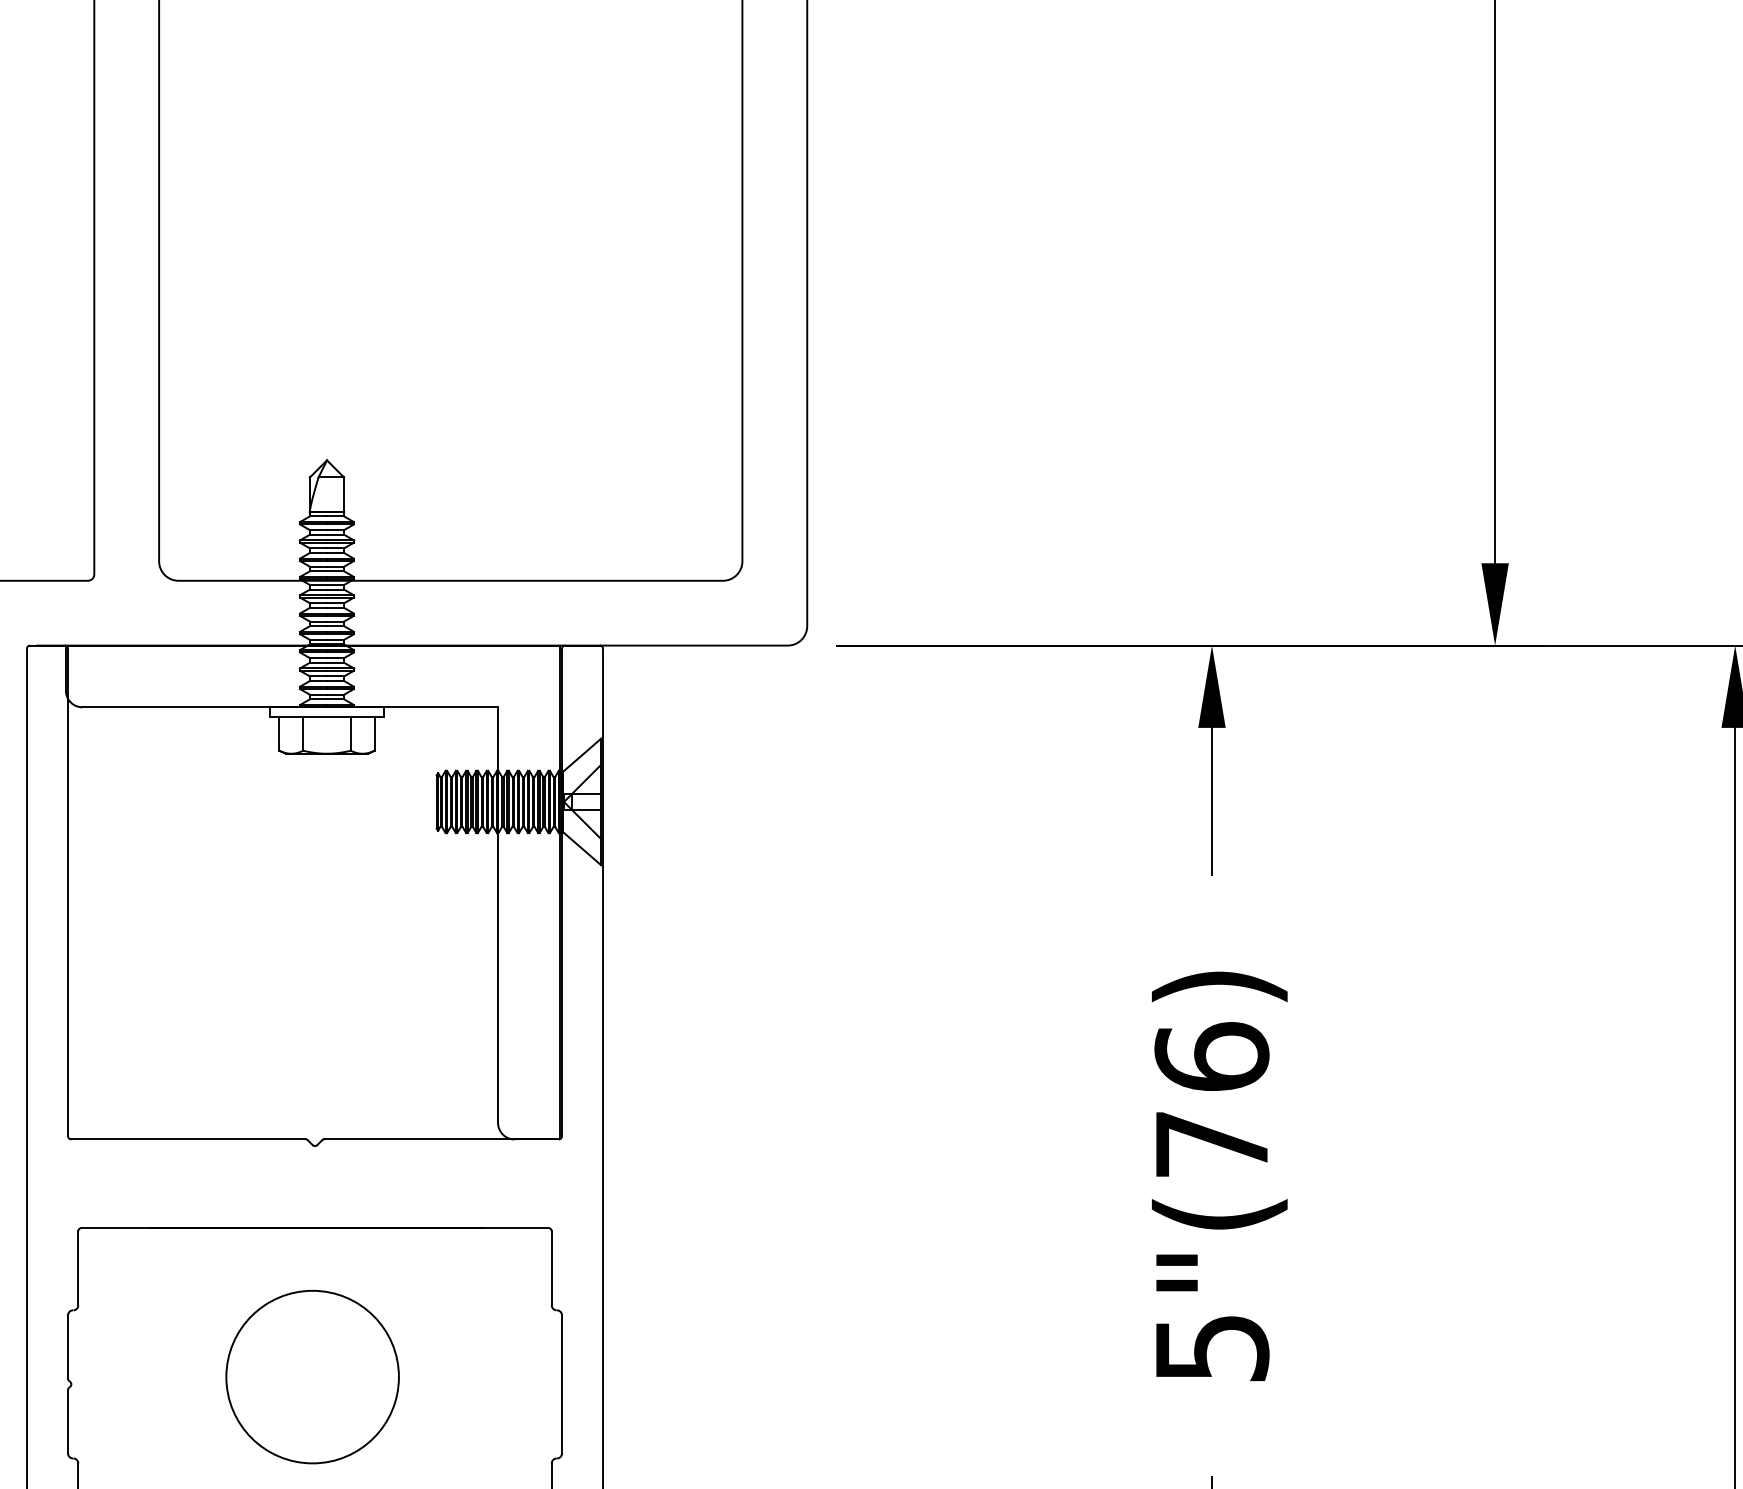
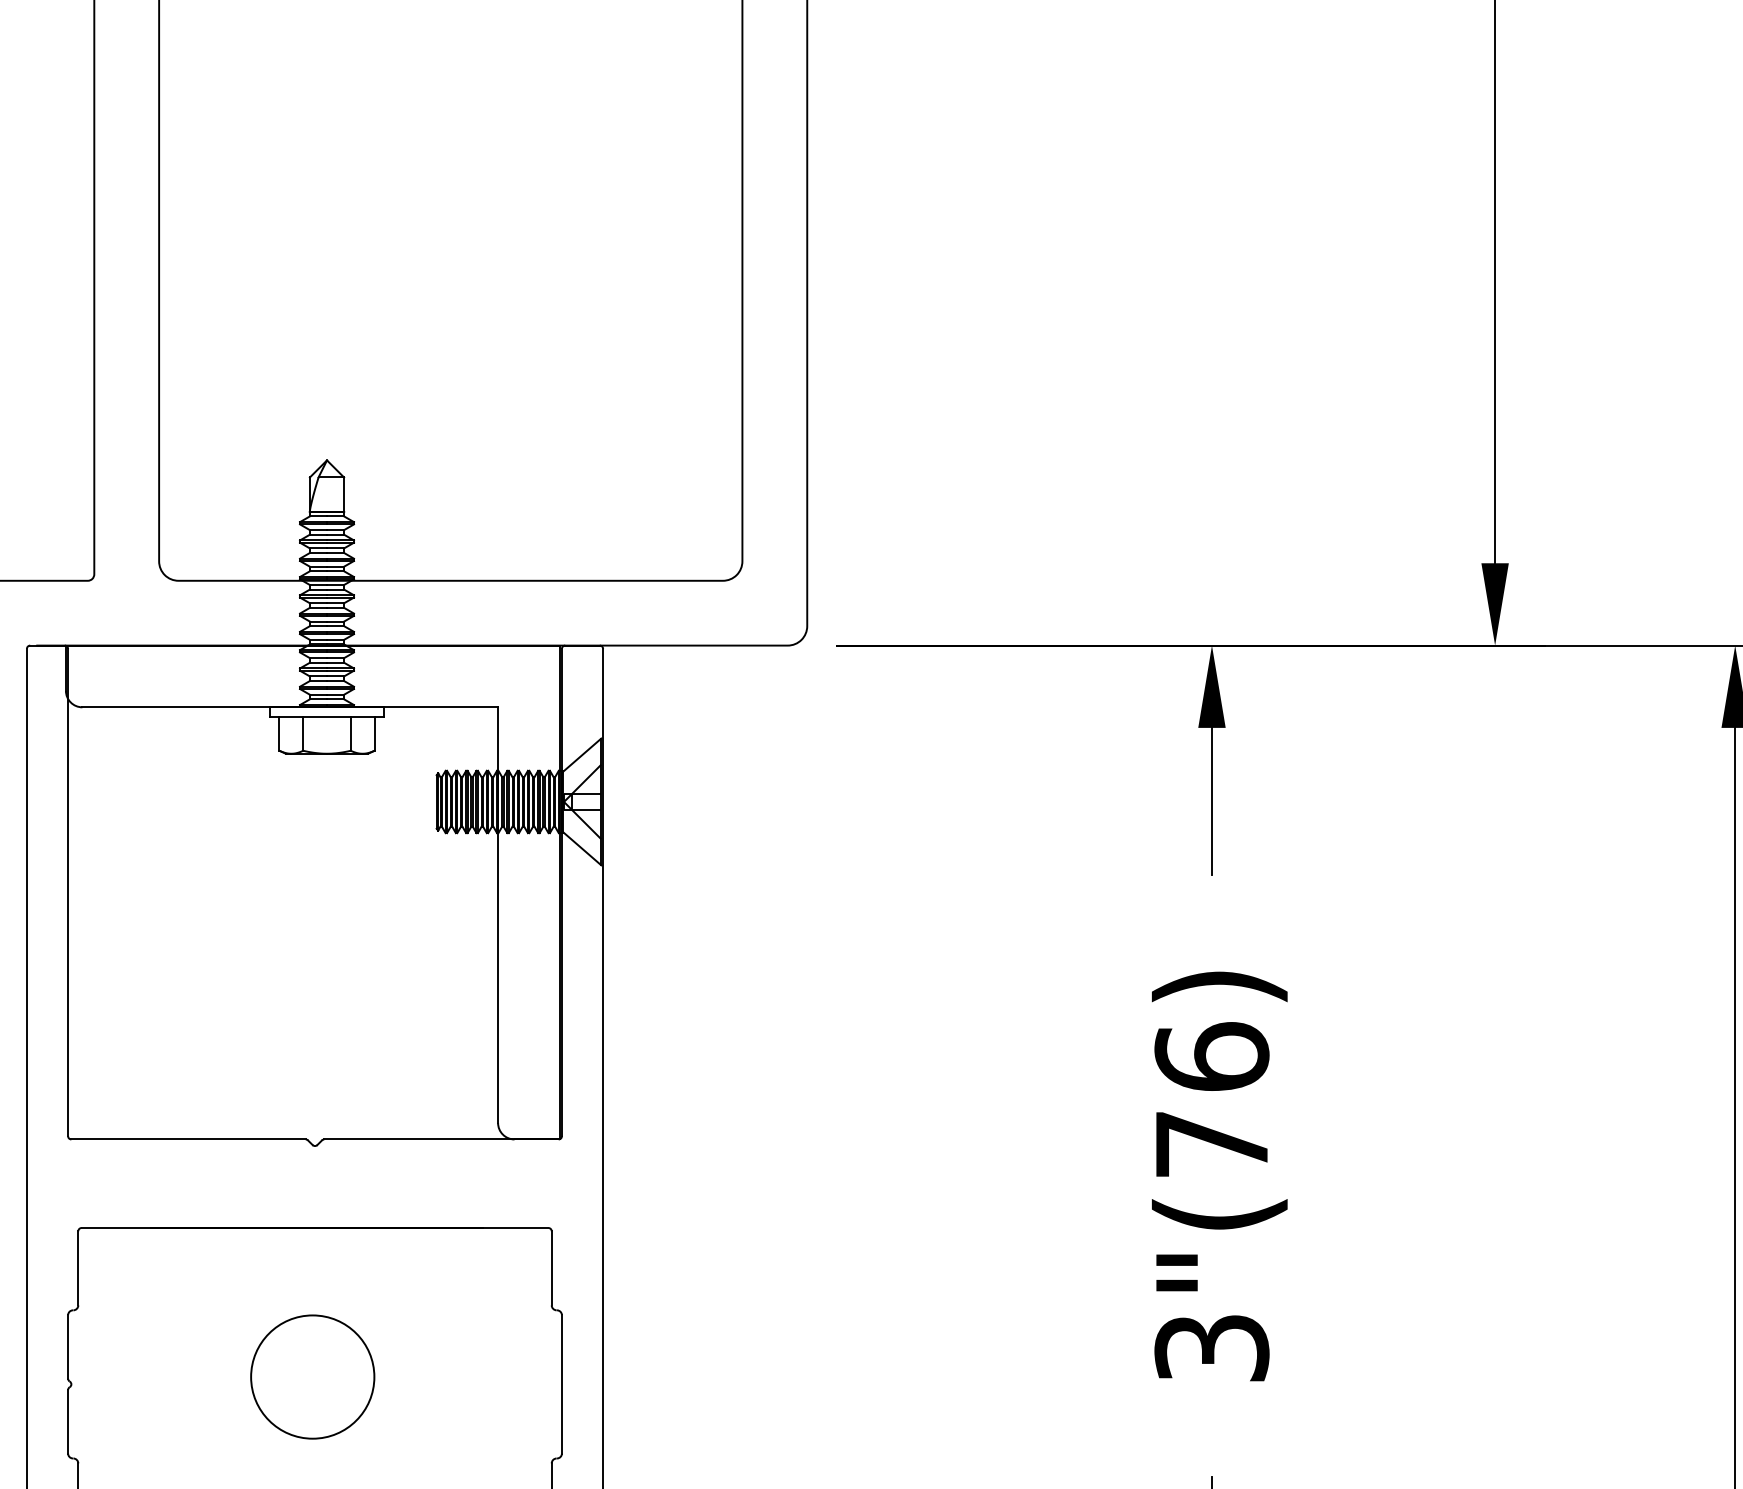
text at (1211, 1348): 5"(76) -> 3"(76)
circle at (312, 1376) size: 175x176 px -> 126x126 px
